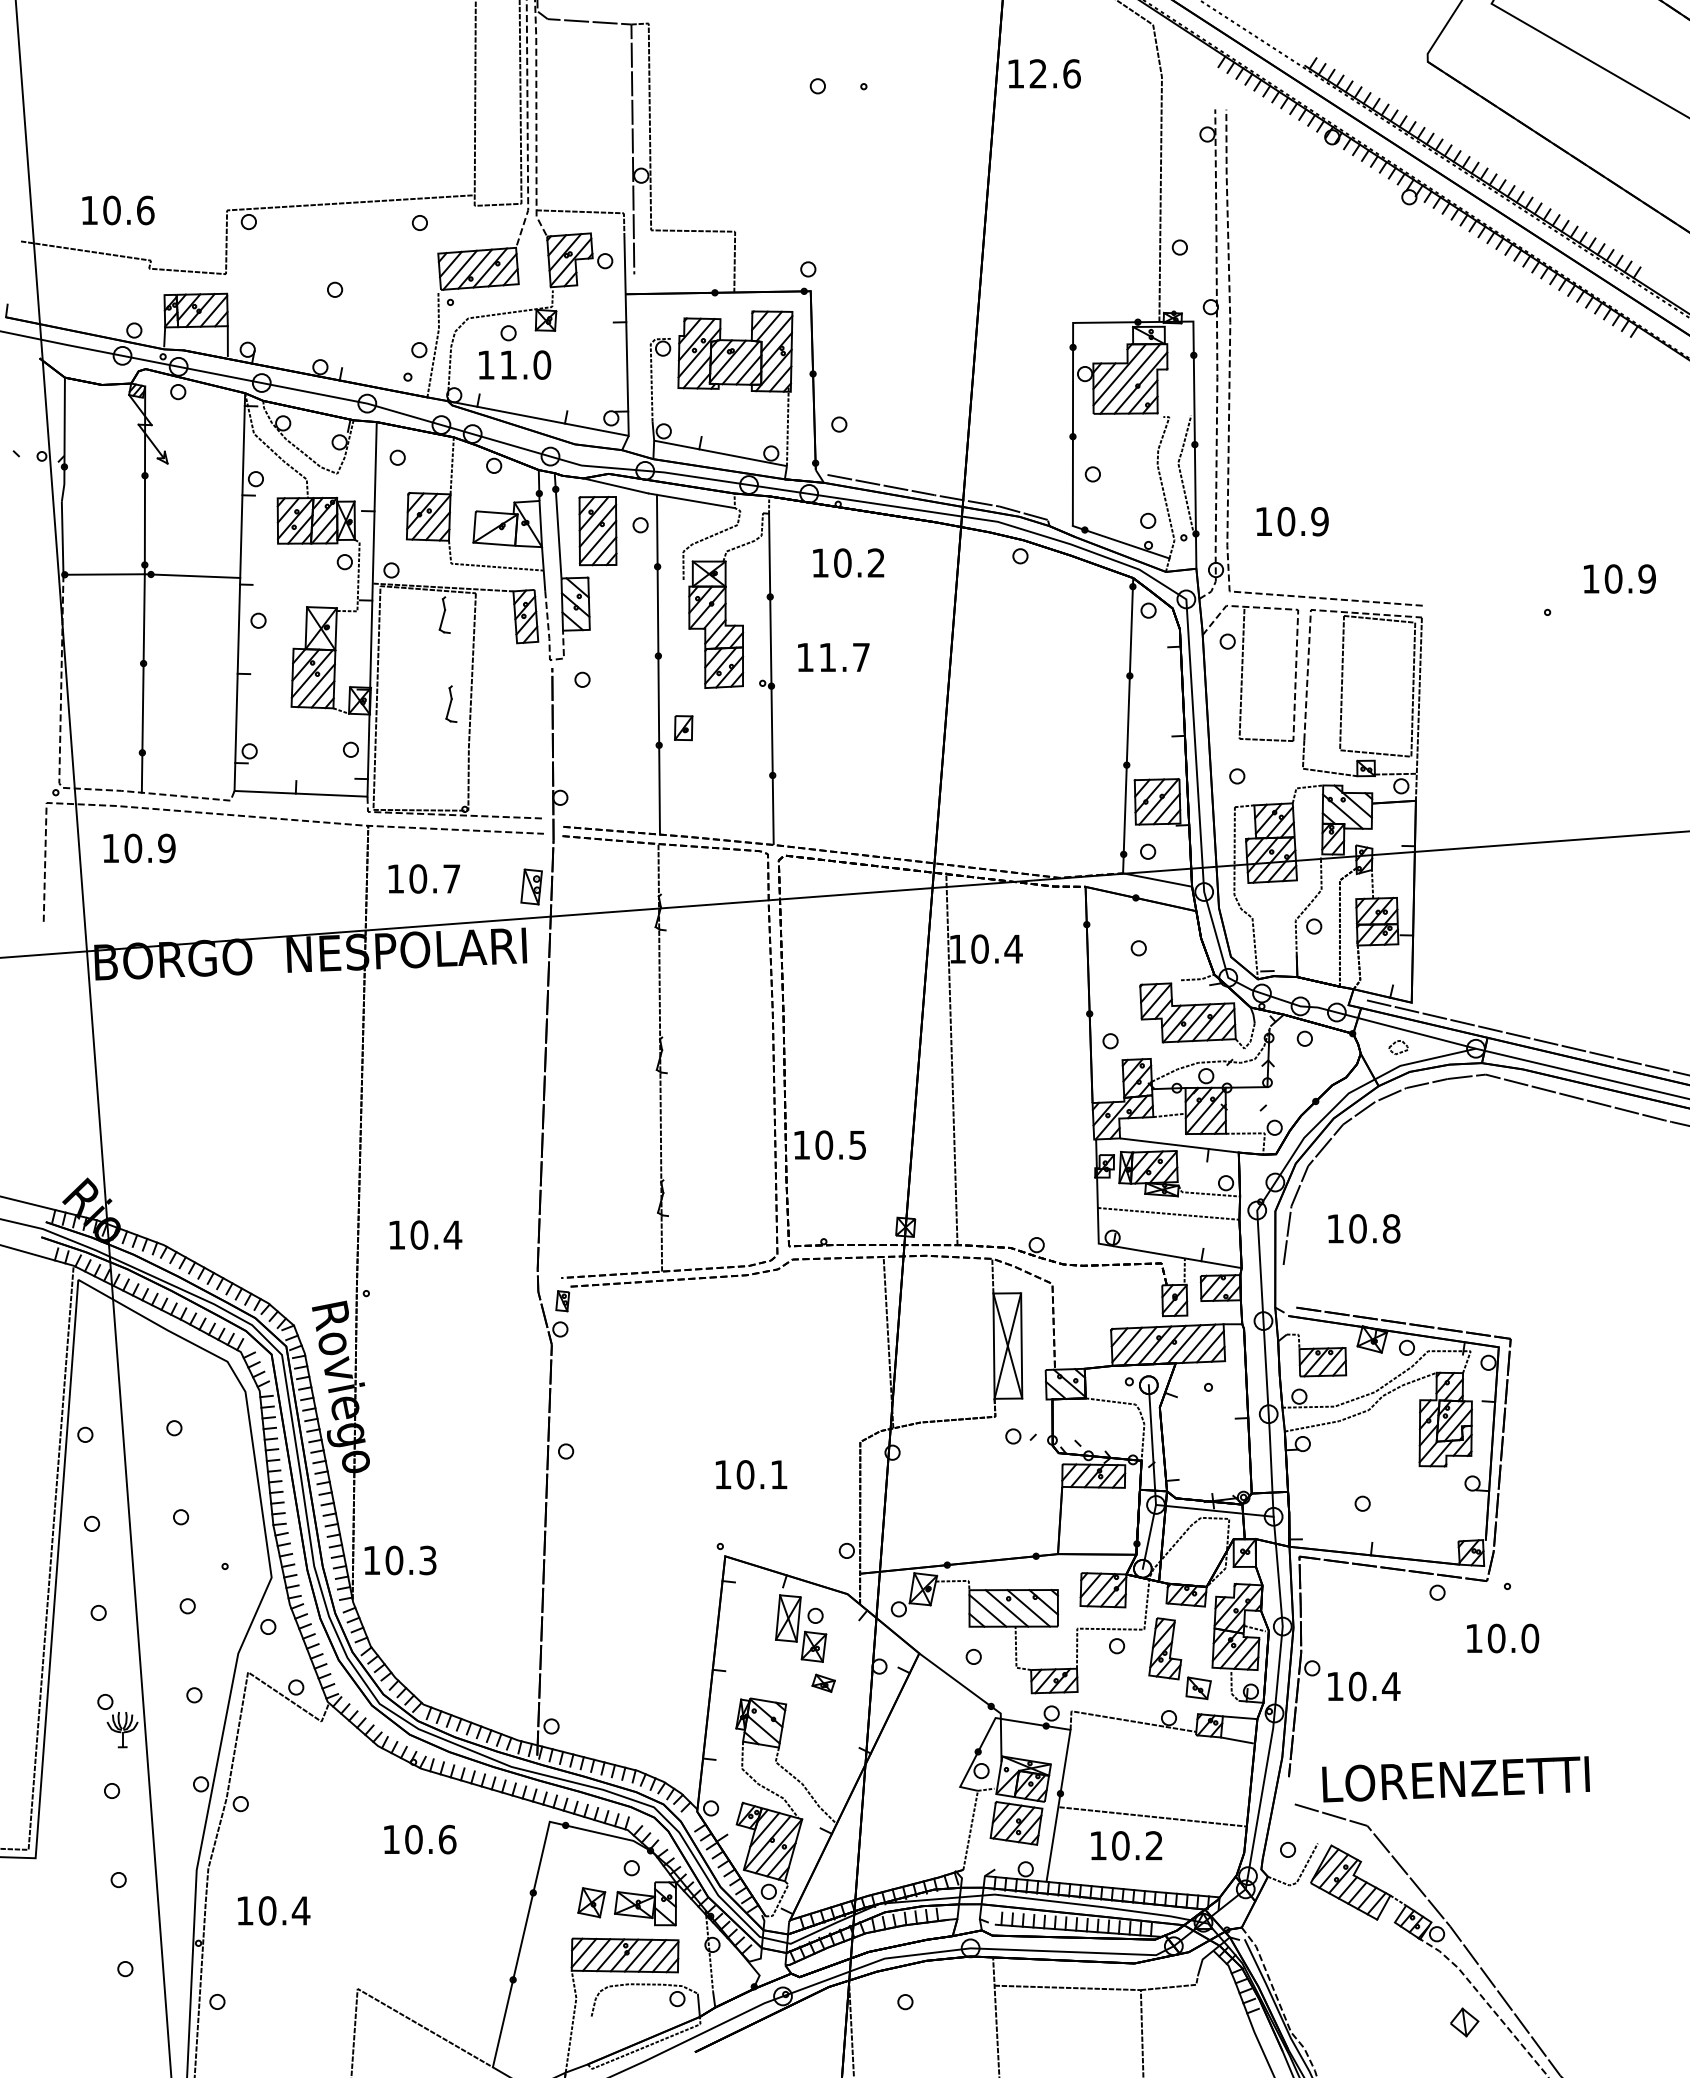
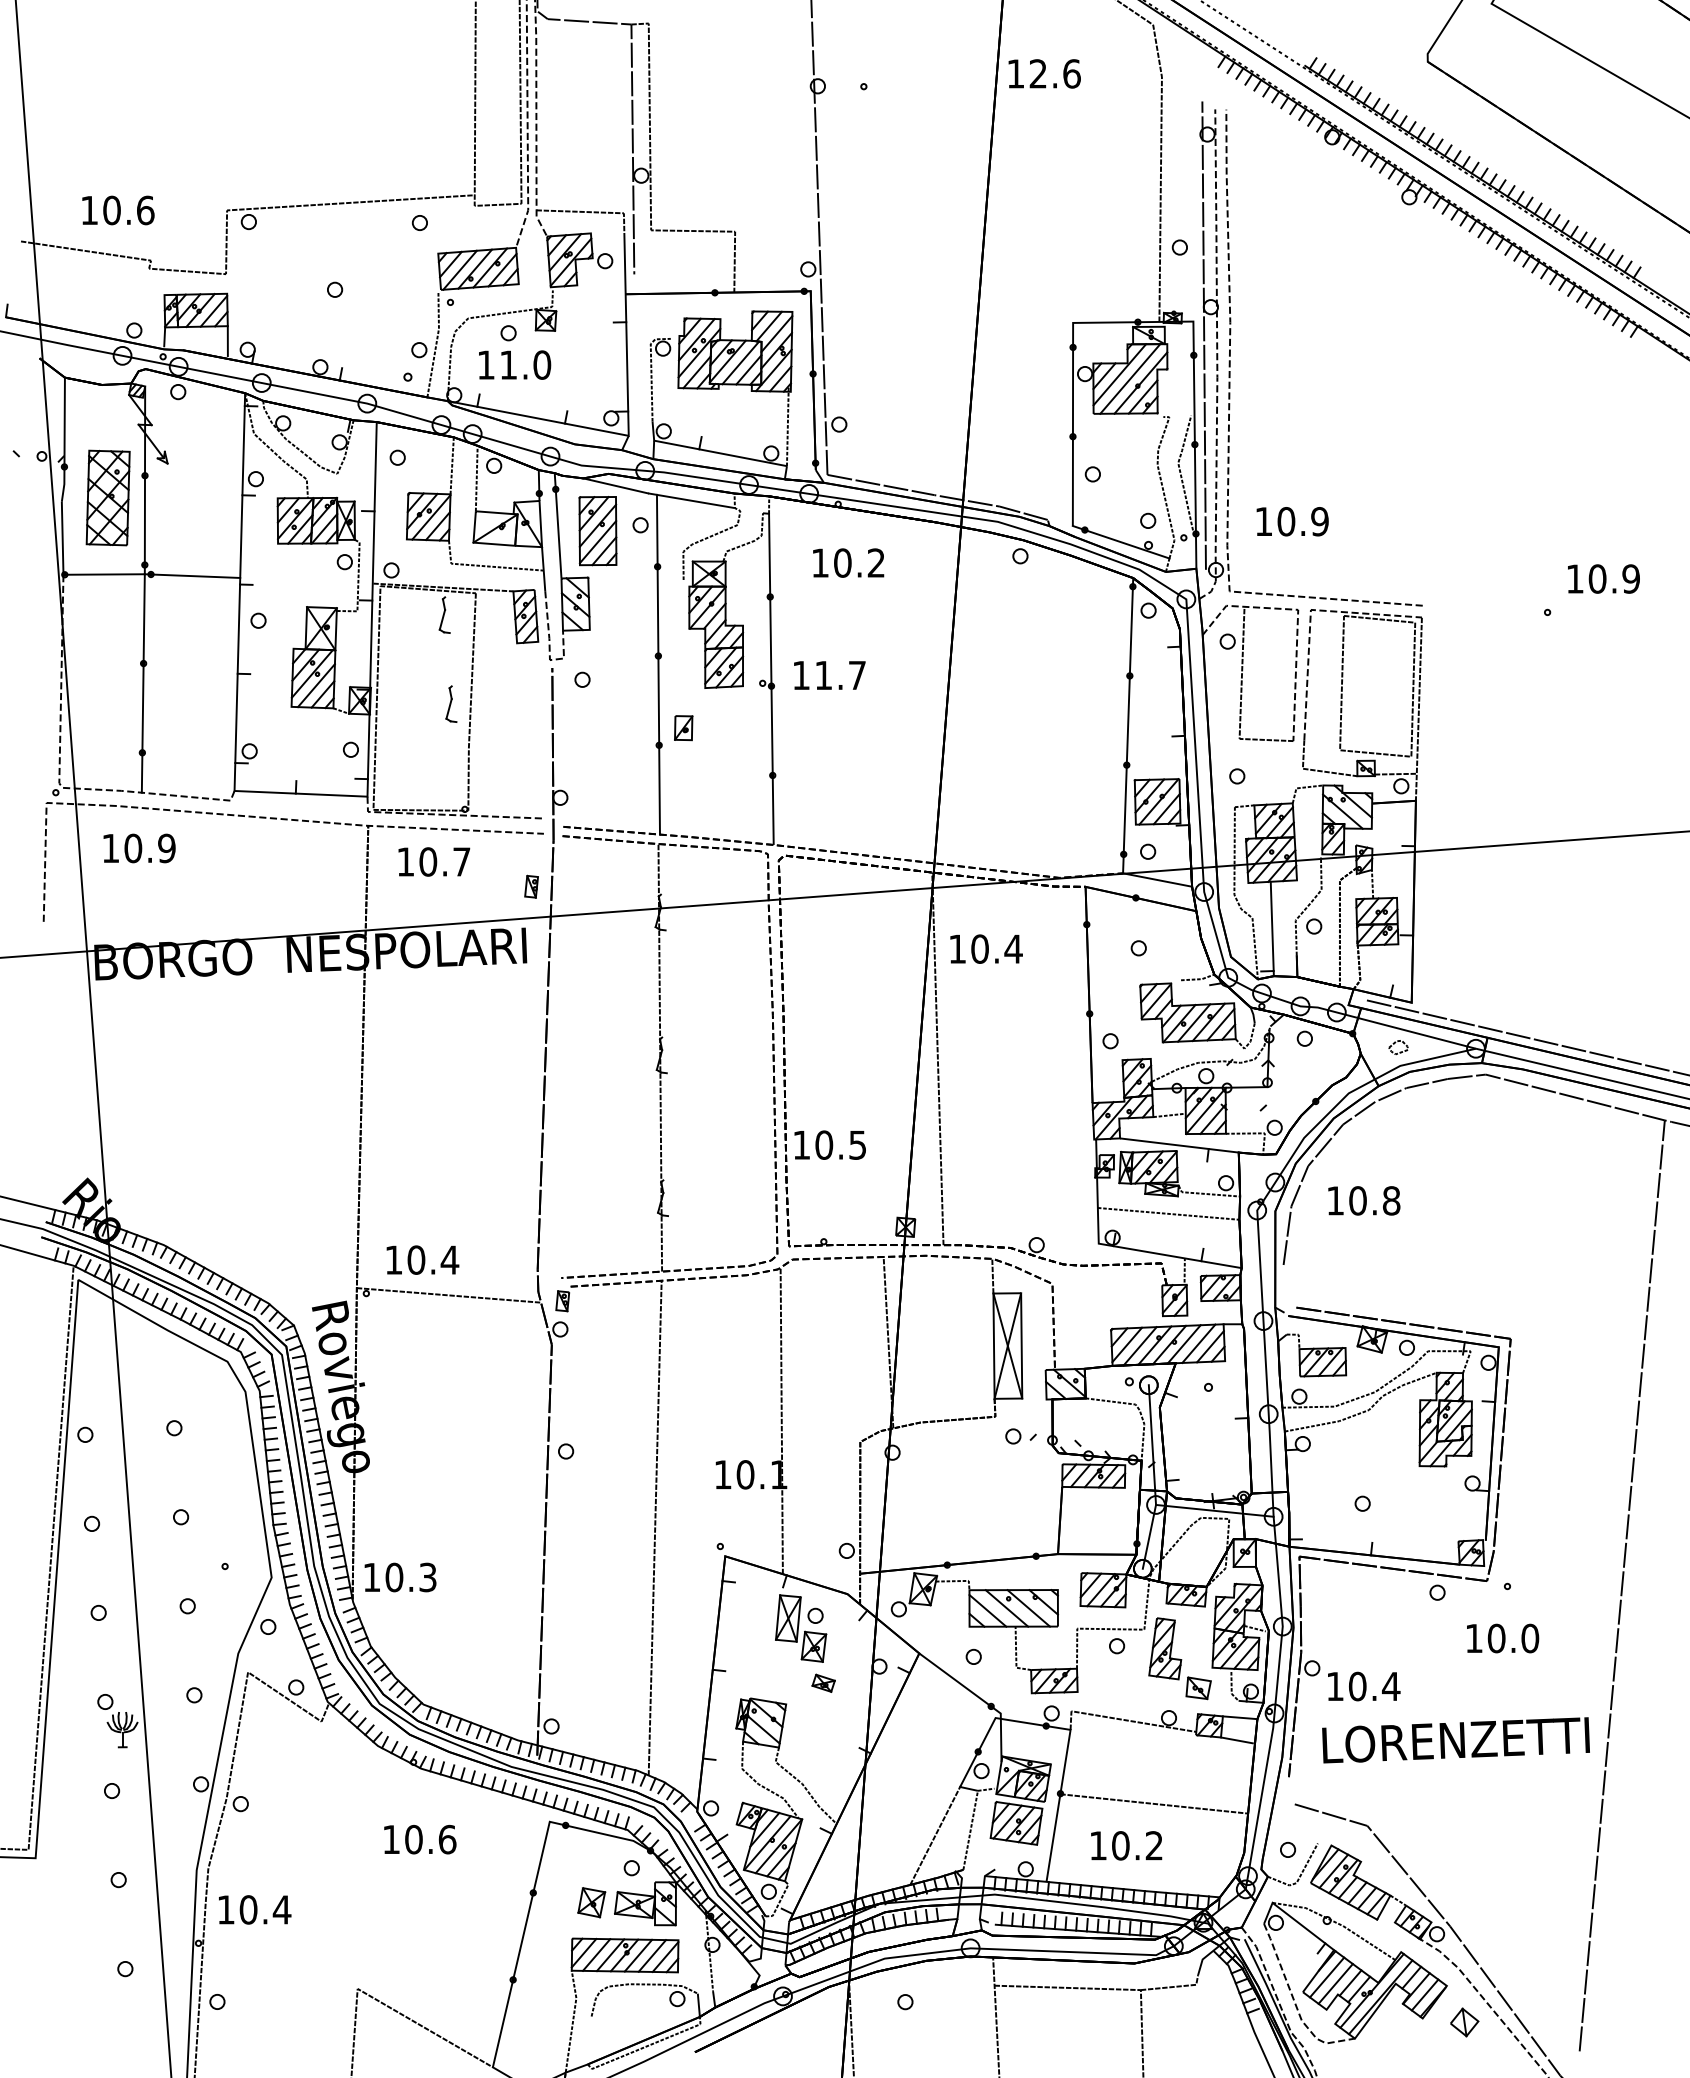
line at (819, 238): none -> present
line at (1203, 335): none -> present
line at (476, 478): none -> present
part at (107, 497): none -> present
text at (1619, 578) position: (1619, 578) -> (1603, 578)
text at (833, 657) position: (833, 657) -> (829, 675)
text at (424, 878) position: (424, 878) -> (434, 861)
part at (531, 886) size: 23x38 px -> 15x25 px
line at (1271, 928): none -> present
line at (951, 1058) position: (951, 1058) -> (937, 1058)
text at (1364, 1228) position: (1364, 1228) -> (1364, 1200)
text at (425, 1234) position: (425, 1234) -> (422, 1259)
line at (448, 1295): none -> present
line at (781, 1420): none -> present
line at (654, 1527): none -> present
text at (400, 1560) position: (400, 1560) -> (400, 1577)
line at (1621, 1585): none -> present
text at (1455, 1779) position: (1455, 1779) -> (1455, 1740)
line at (1153, 1816) position: (1153, 1816) -> (1154, 1803)
line at (935, 1835): none -> present
text at (274, 1910) position: (274, 1910) -> (255, 1909)
part at (1355, 1972): none -> present
